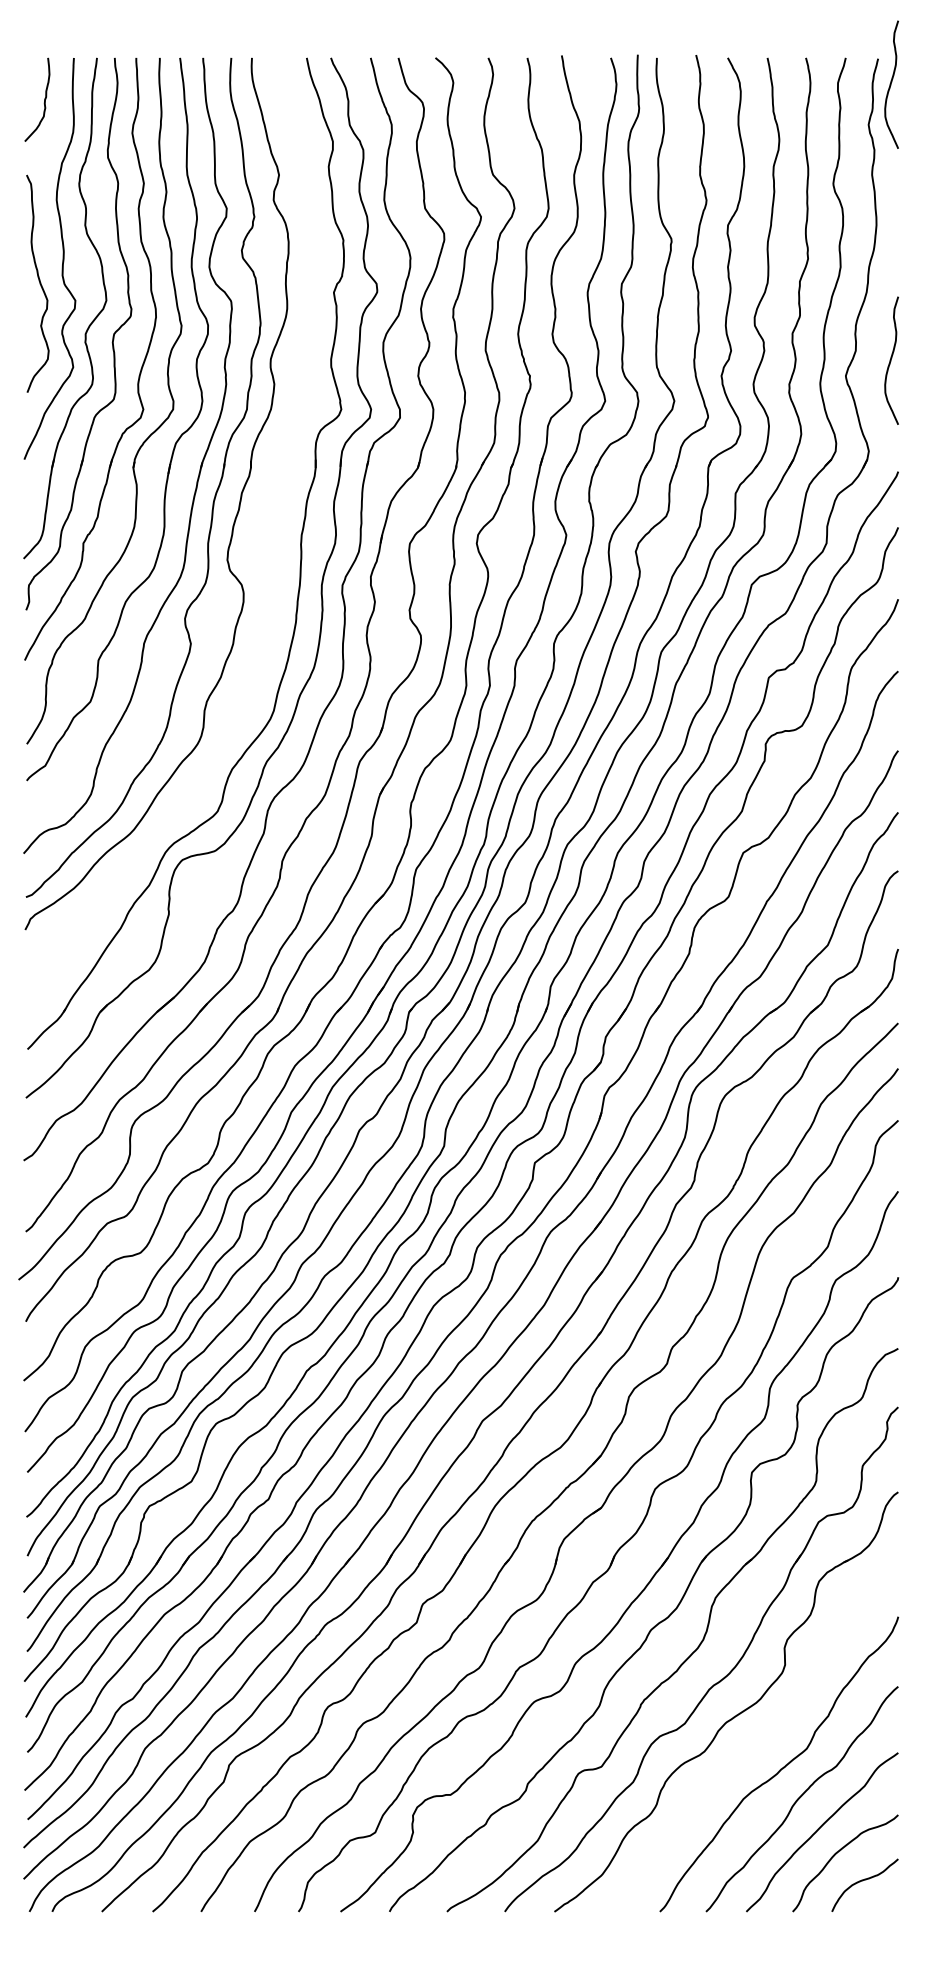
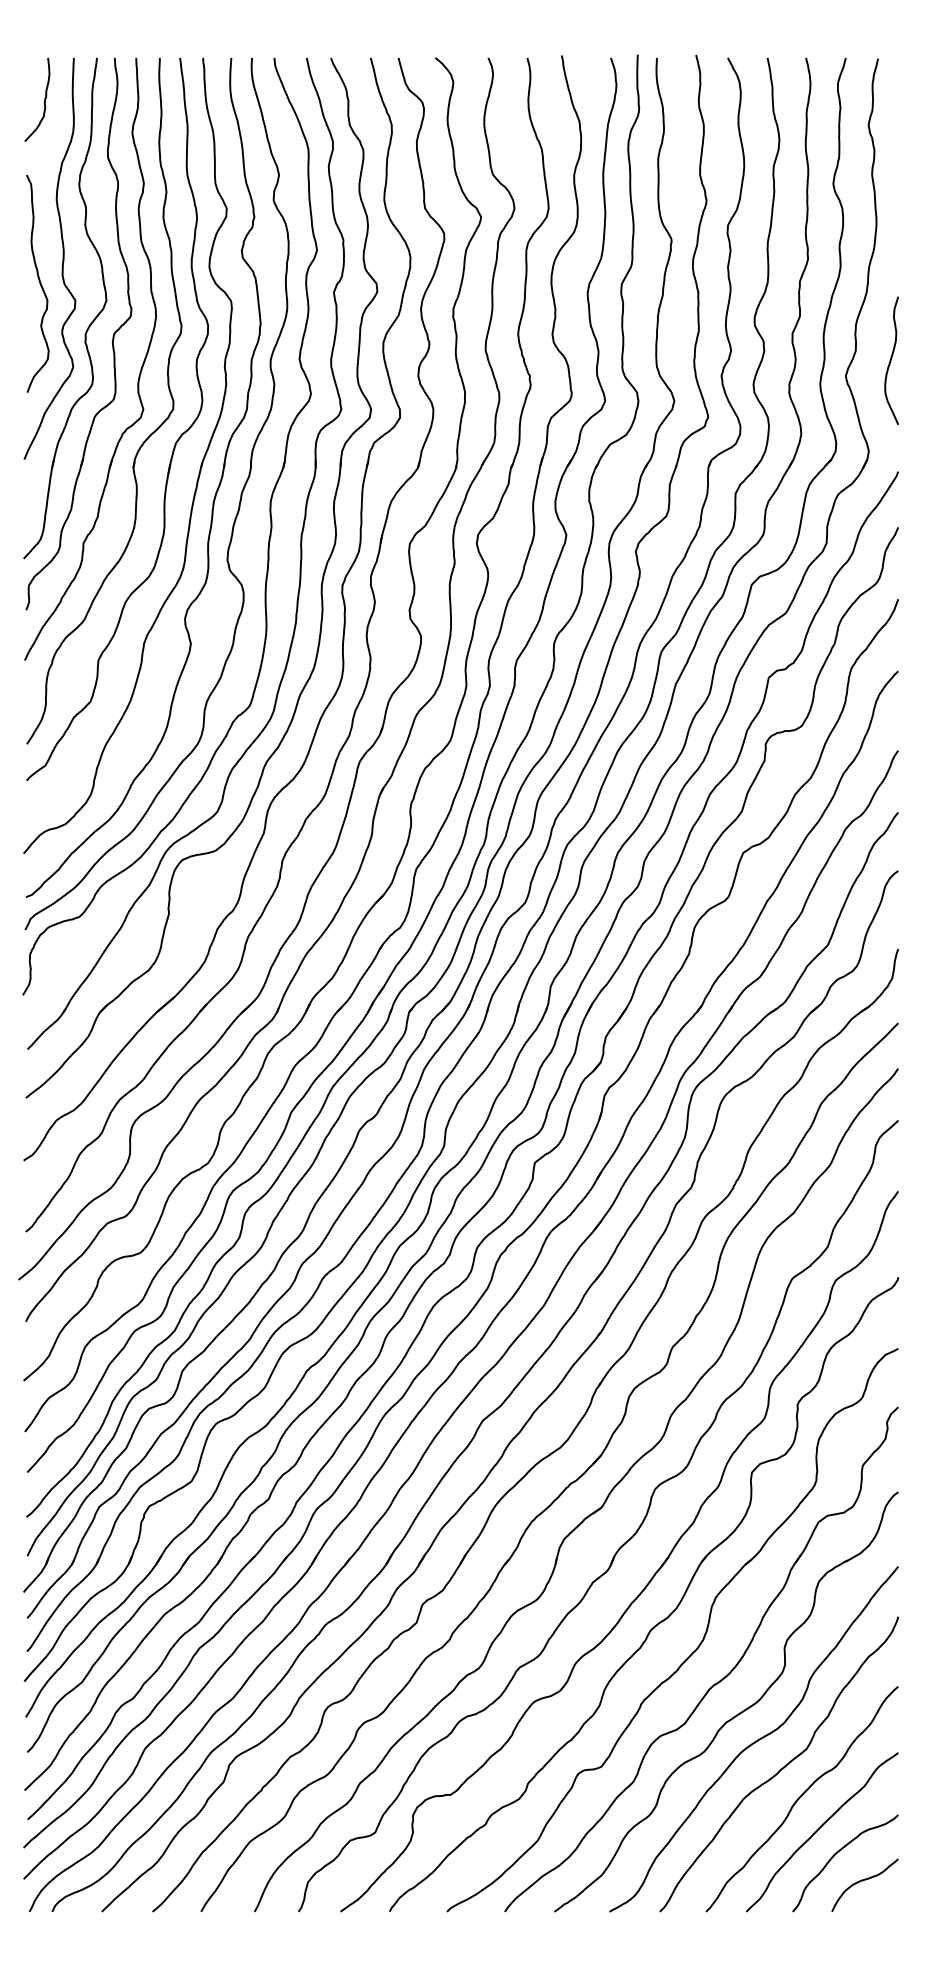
curve at (891, 84): present -> none
part at (268, 538): none -> present
curve at (754, 1741): none -> present
